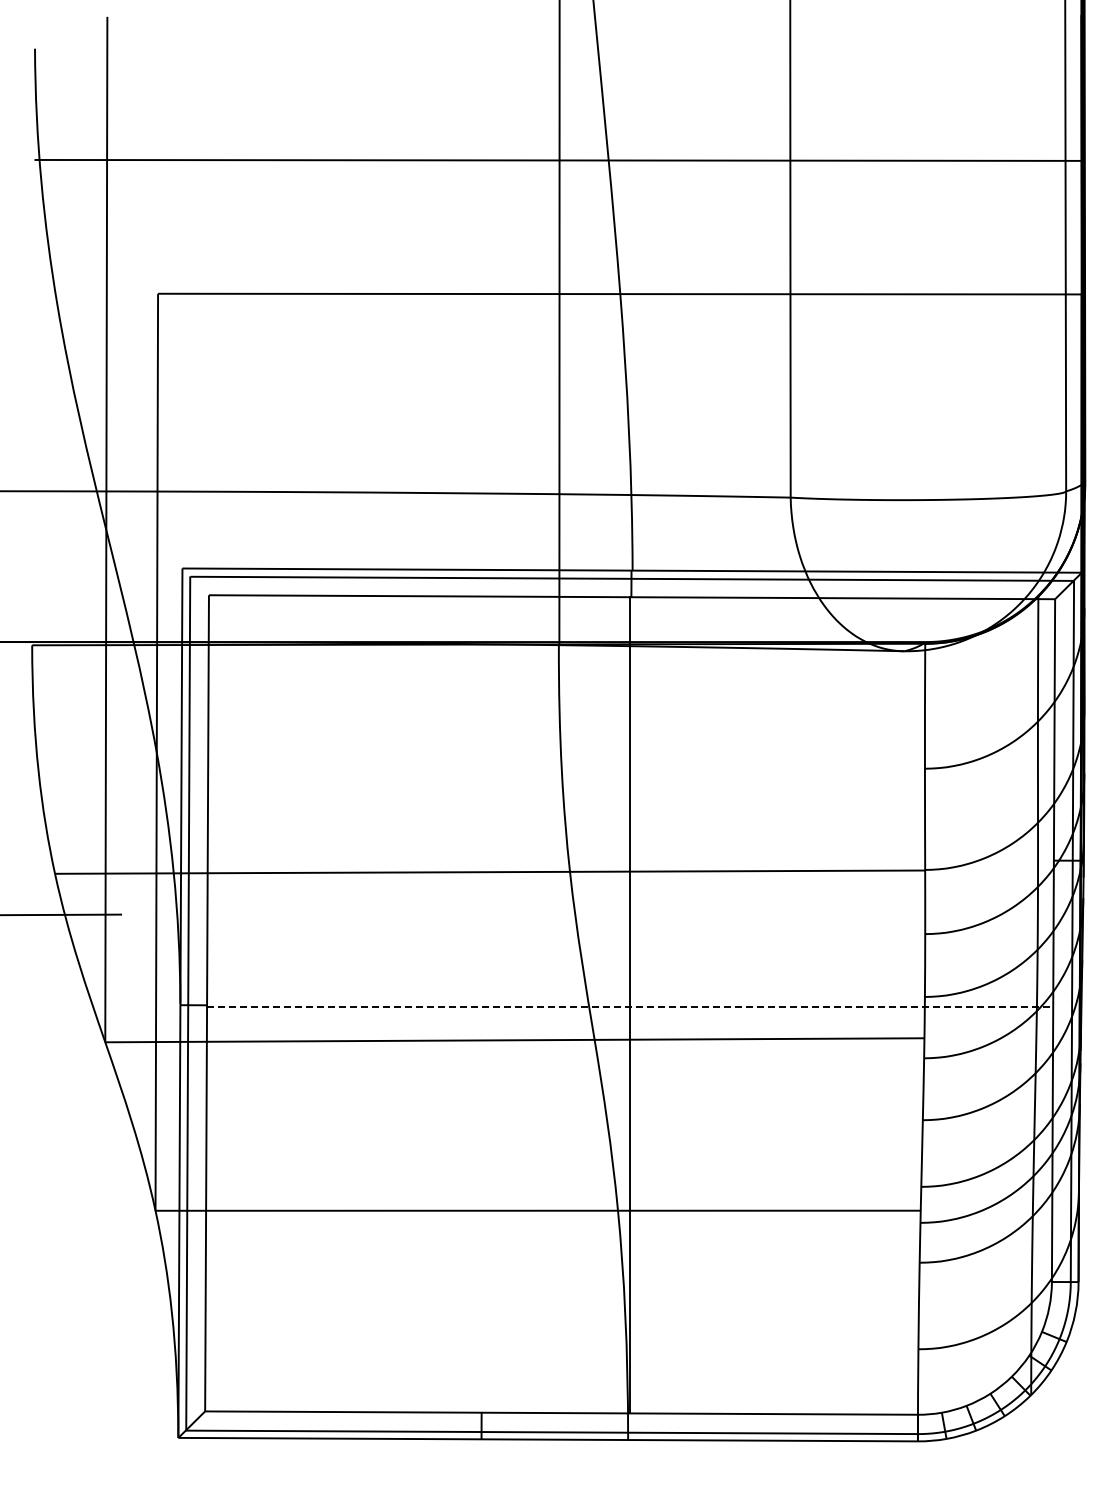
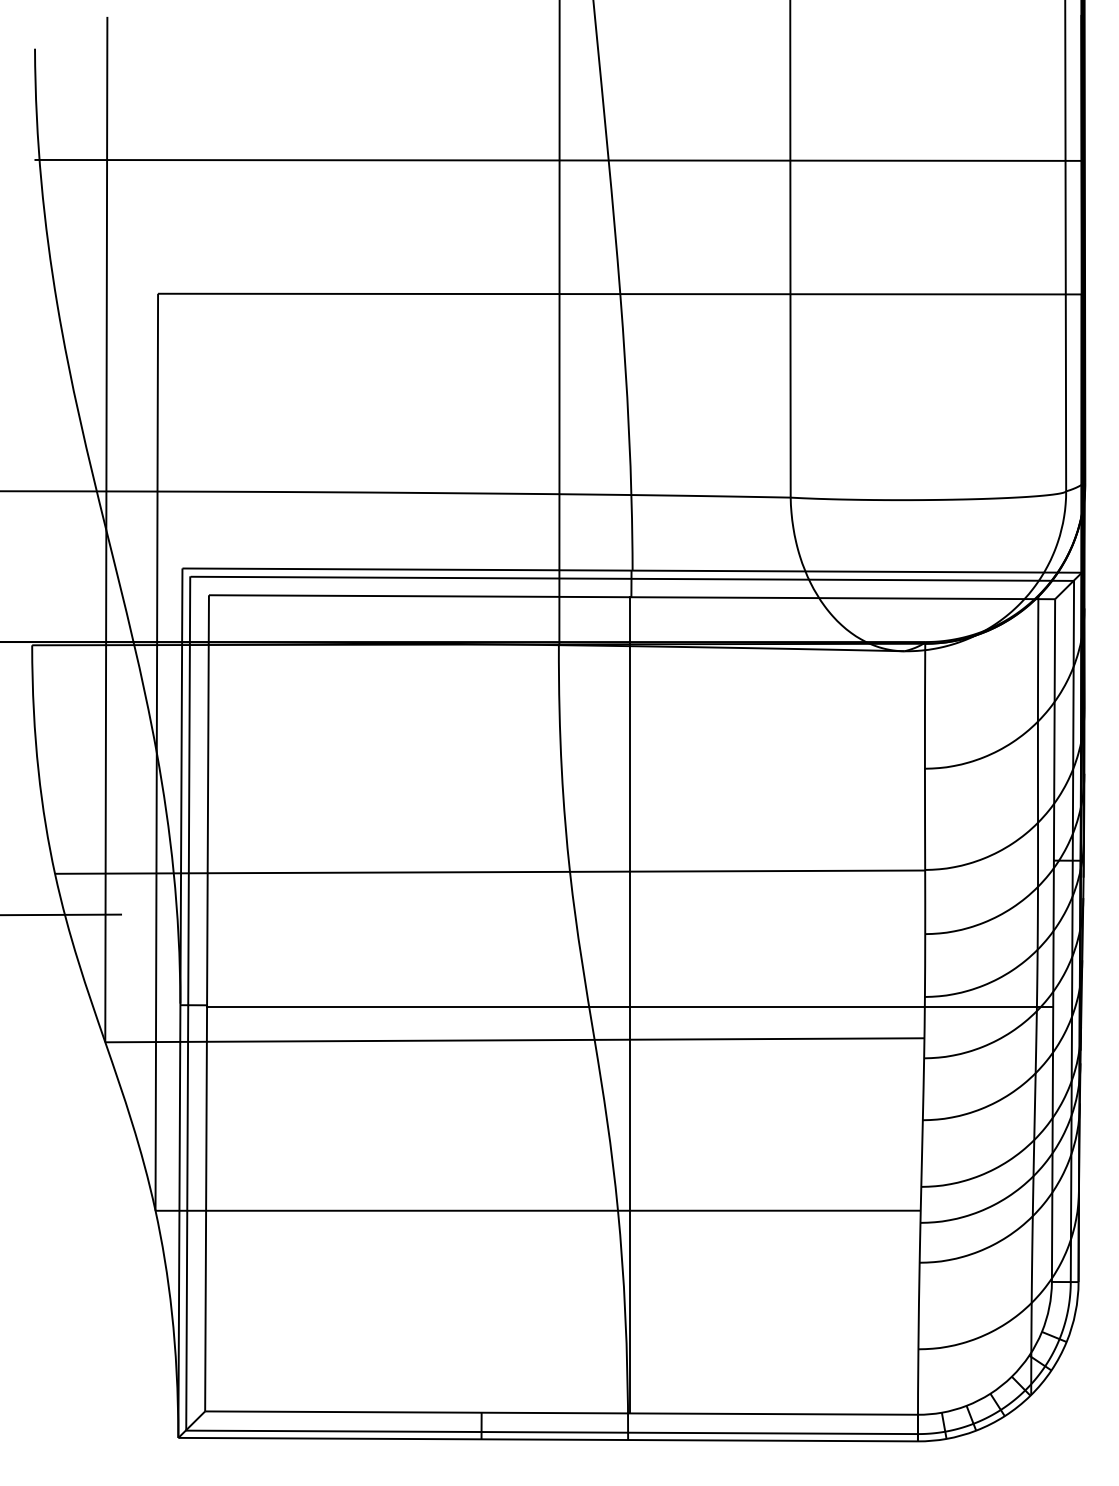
line at (630, 1006): dashed -> solid
